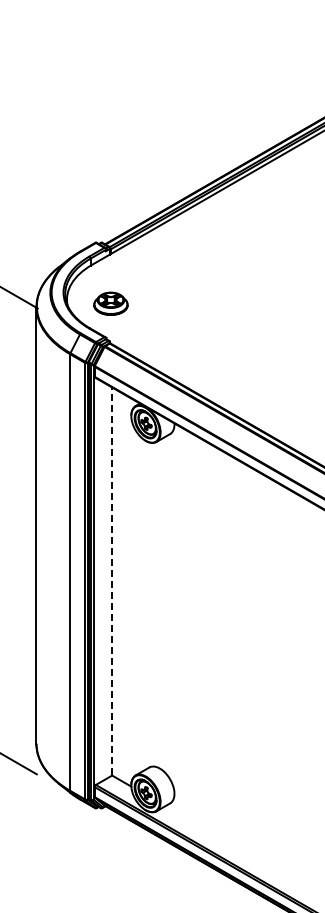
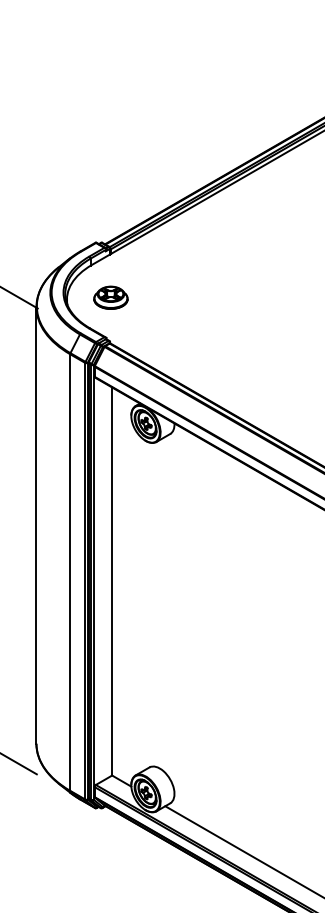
part at (110, 303) position: (110, 303) -> (110, 297)
line at (111, 580): dashed -> solid
line at (243, 851): none -> present
